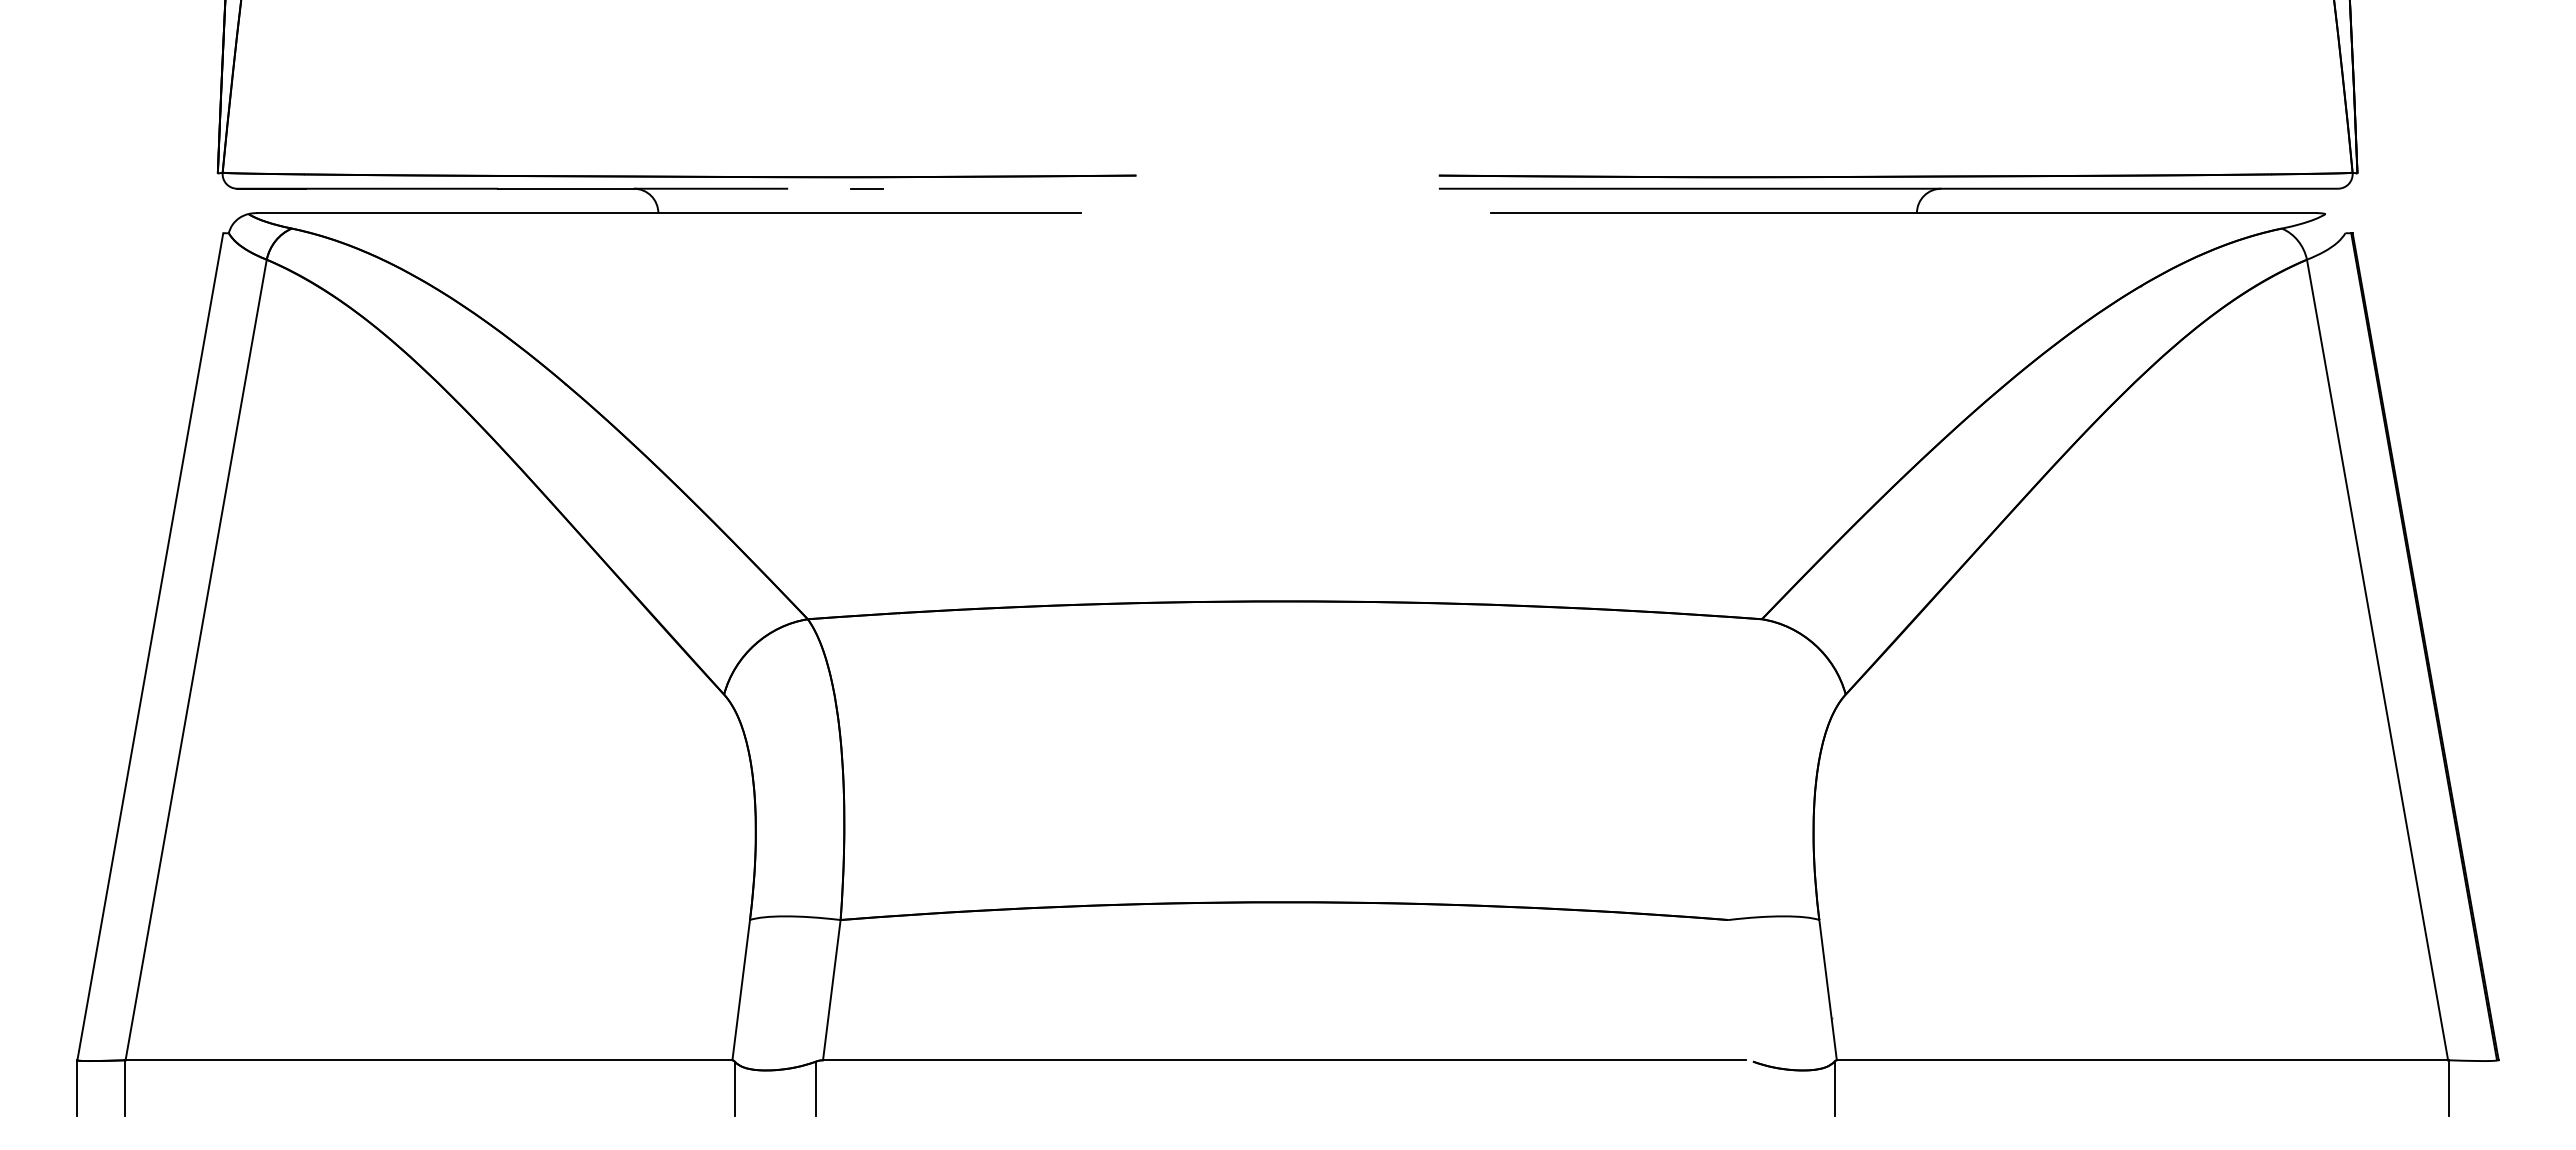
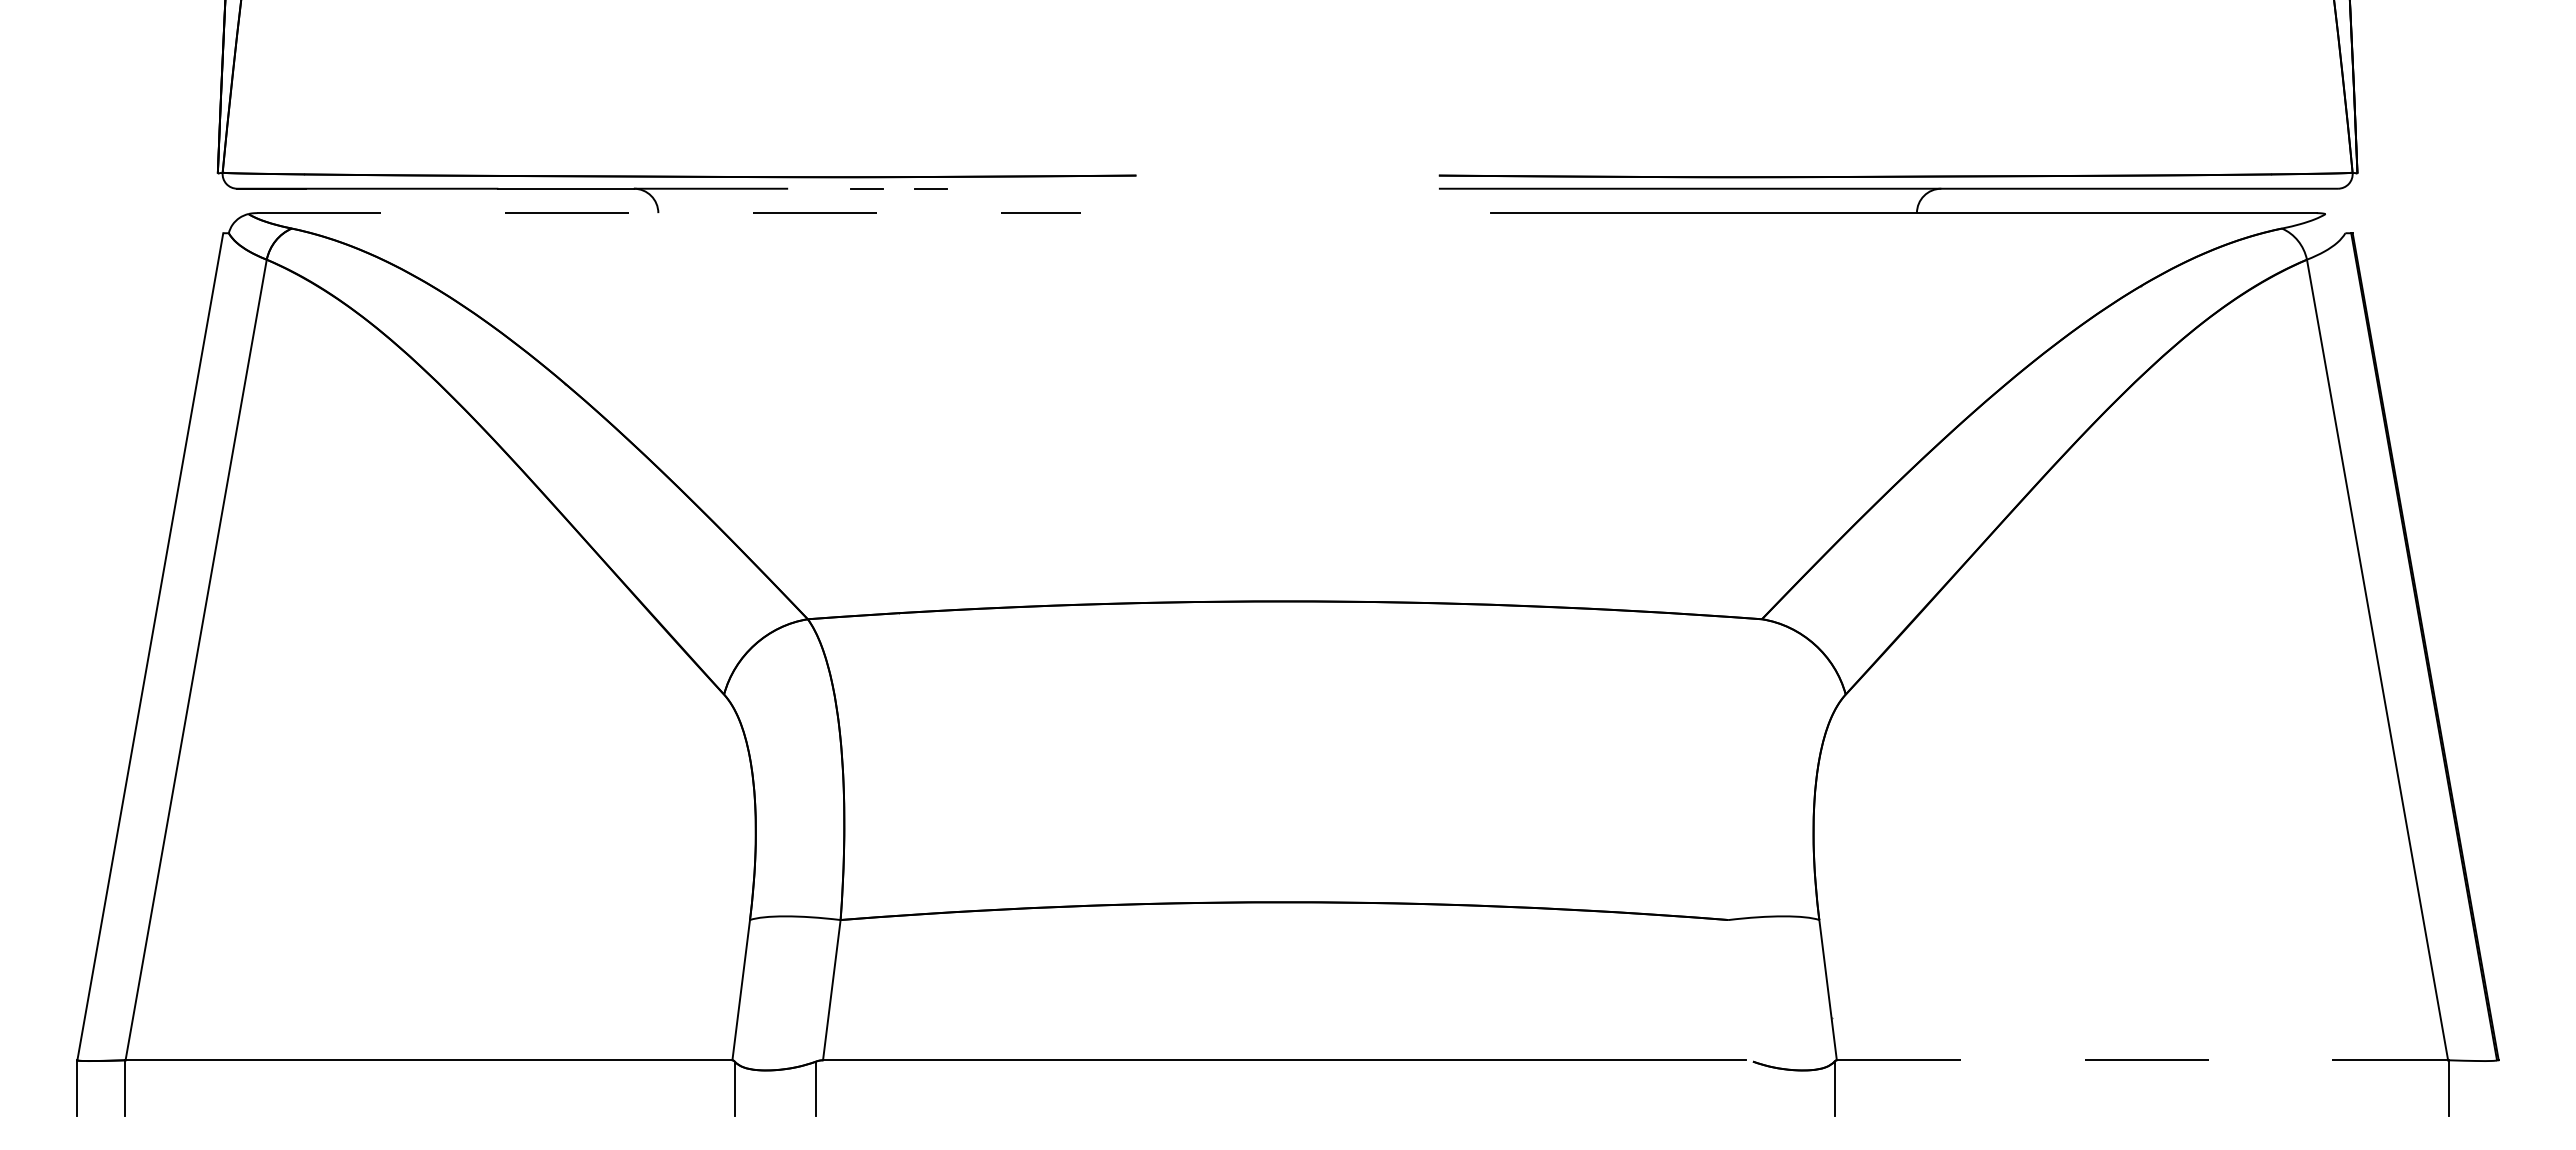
line at (930, 188): none -> present
line at (669, 213): solid -> dashed
line at (2142, 1060): solid -> dashed
